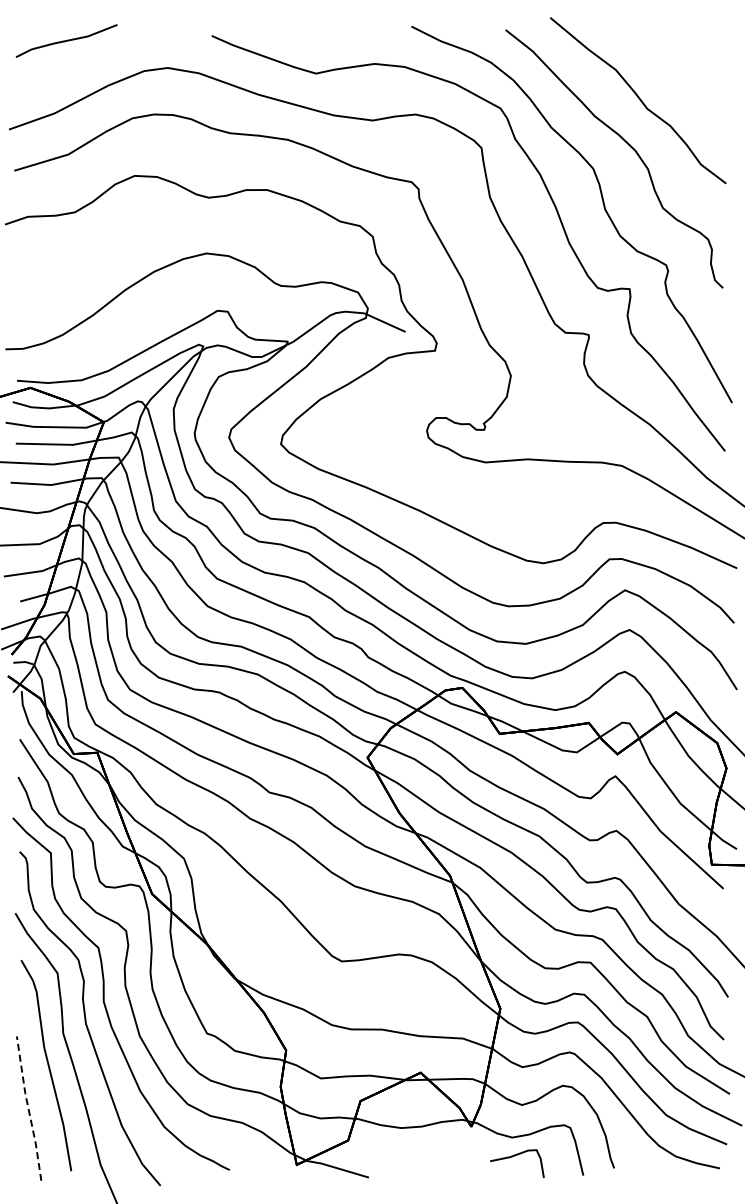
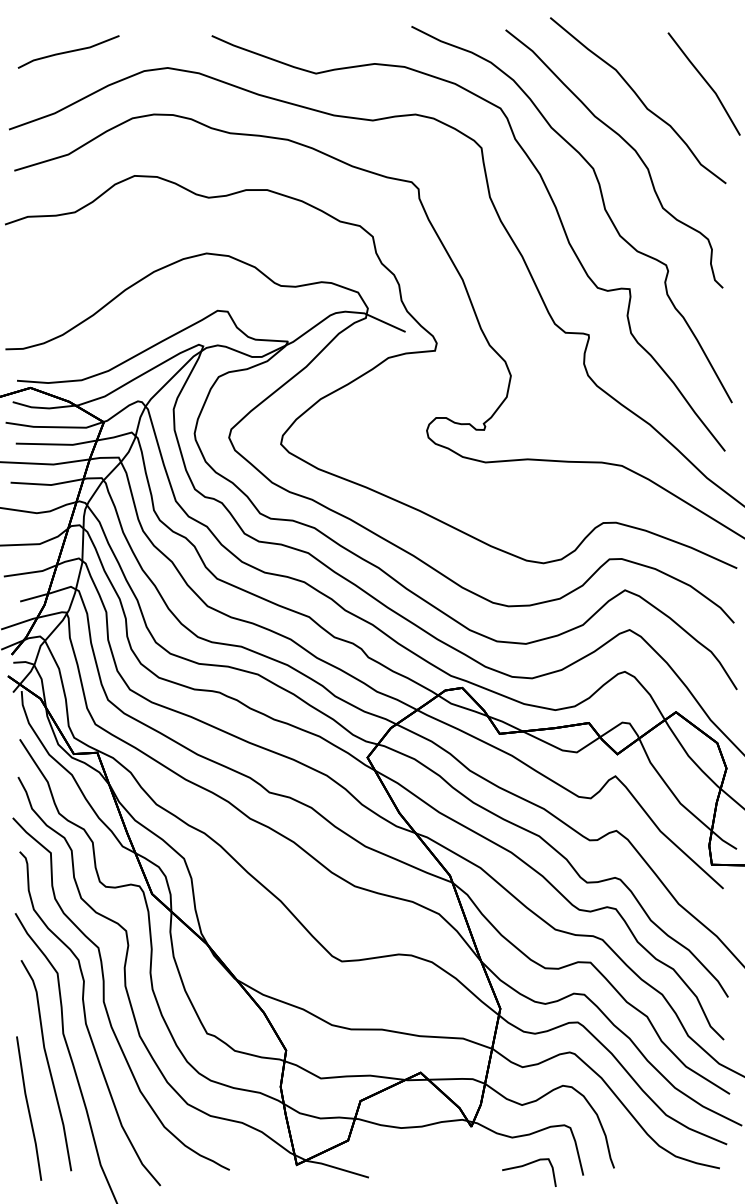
line at (66, 40) position: (66, 40) -> (68, 51)
line at (704, 81): none -> present
line at (28, 1109): dashed -> solid
curve at (515, 1156) position: (515, 1156) -> (527, 1165)
